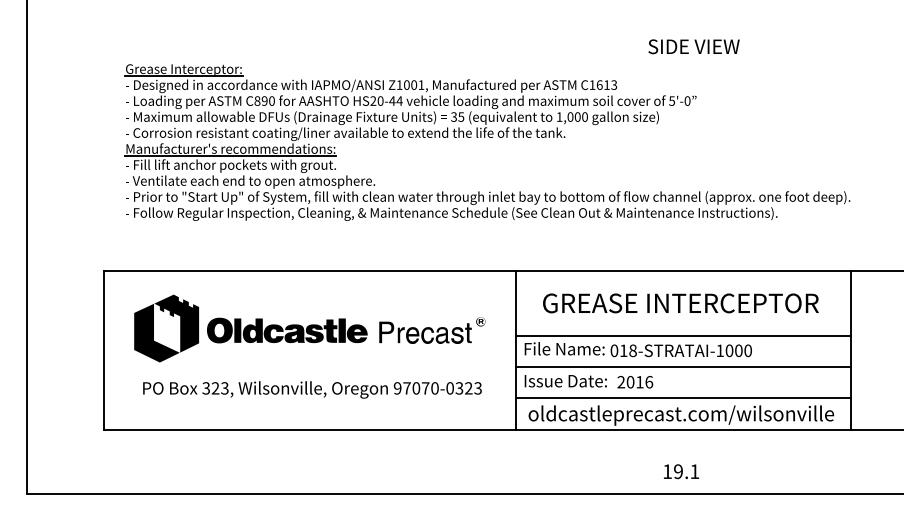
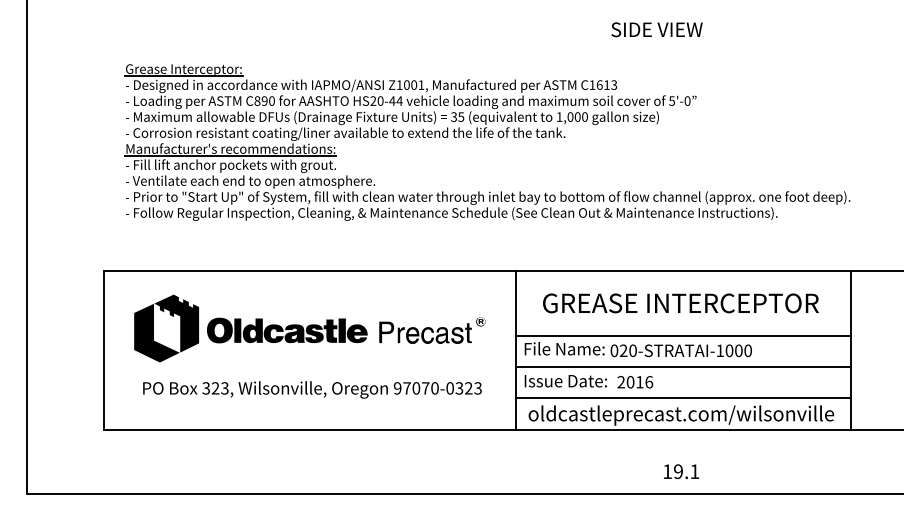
text at (693, 46) position: (693, 46) -> (656, 29)
text at (627, 350): 018-STRATAI-1000 -> 020-STRATAI-1000
